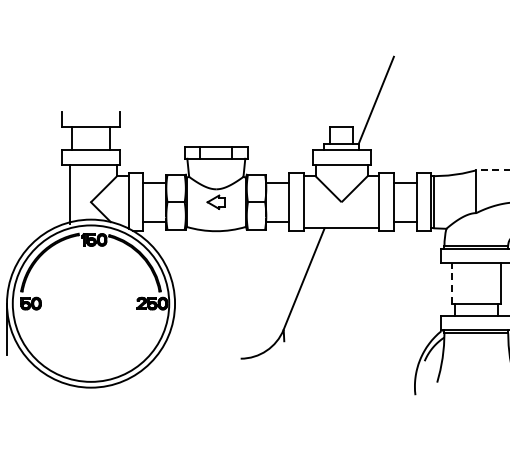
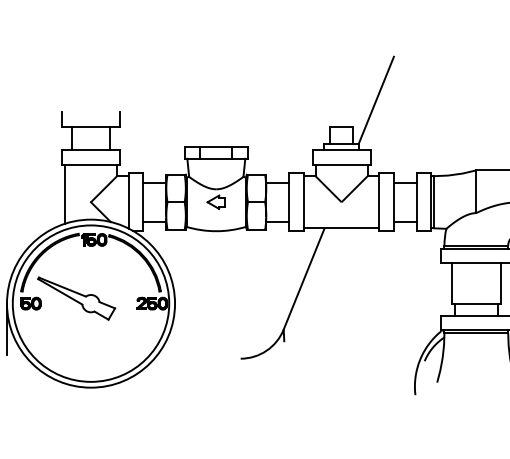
line at (493, 170): dashed -> solid
line at (69, 193) position: (69, 193) -> (64, 193)
line at (452, 282): dashed -> solid
part at (76, 298): none -> present
